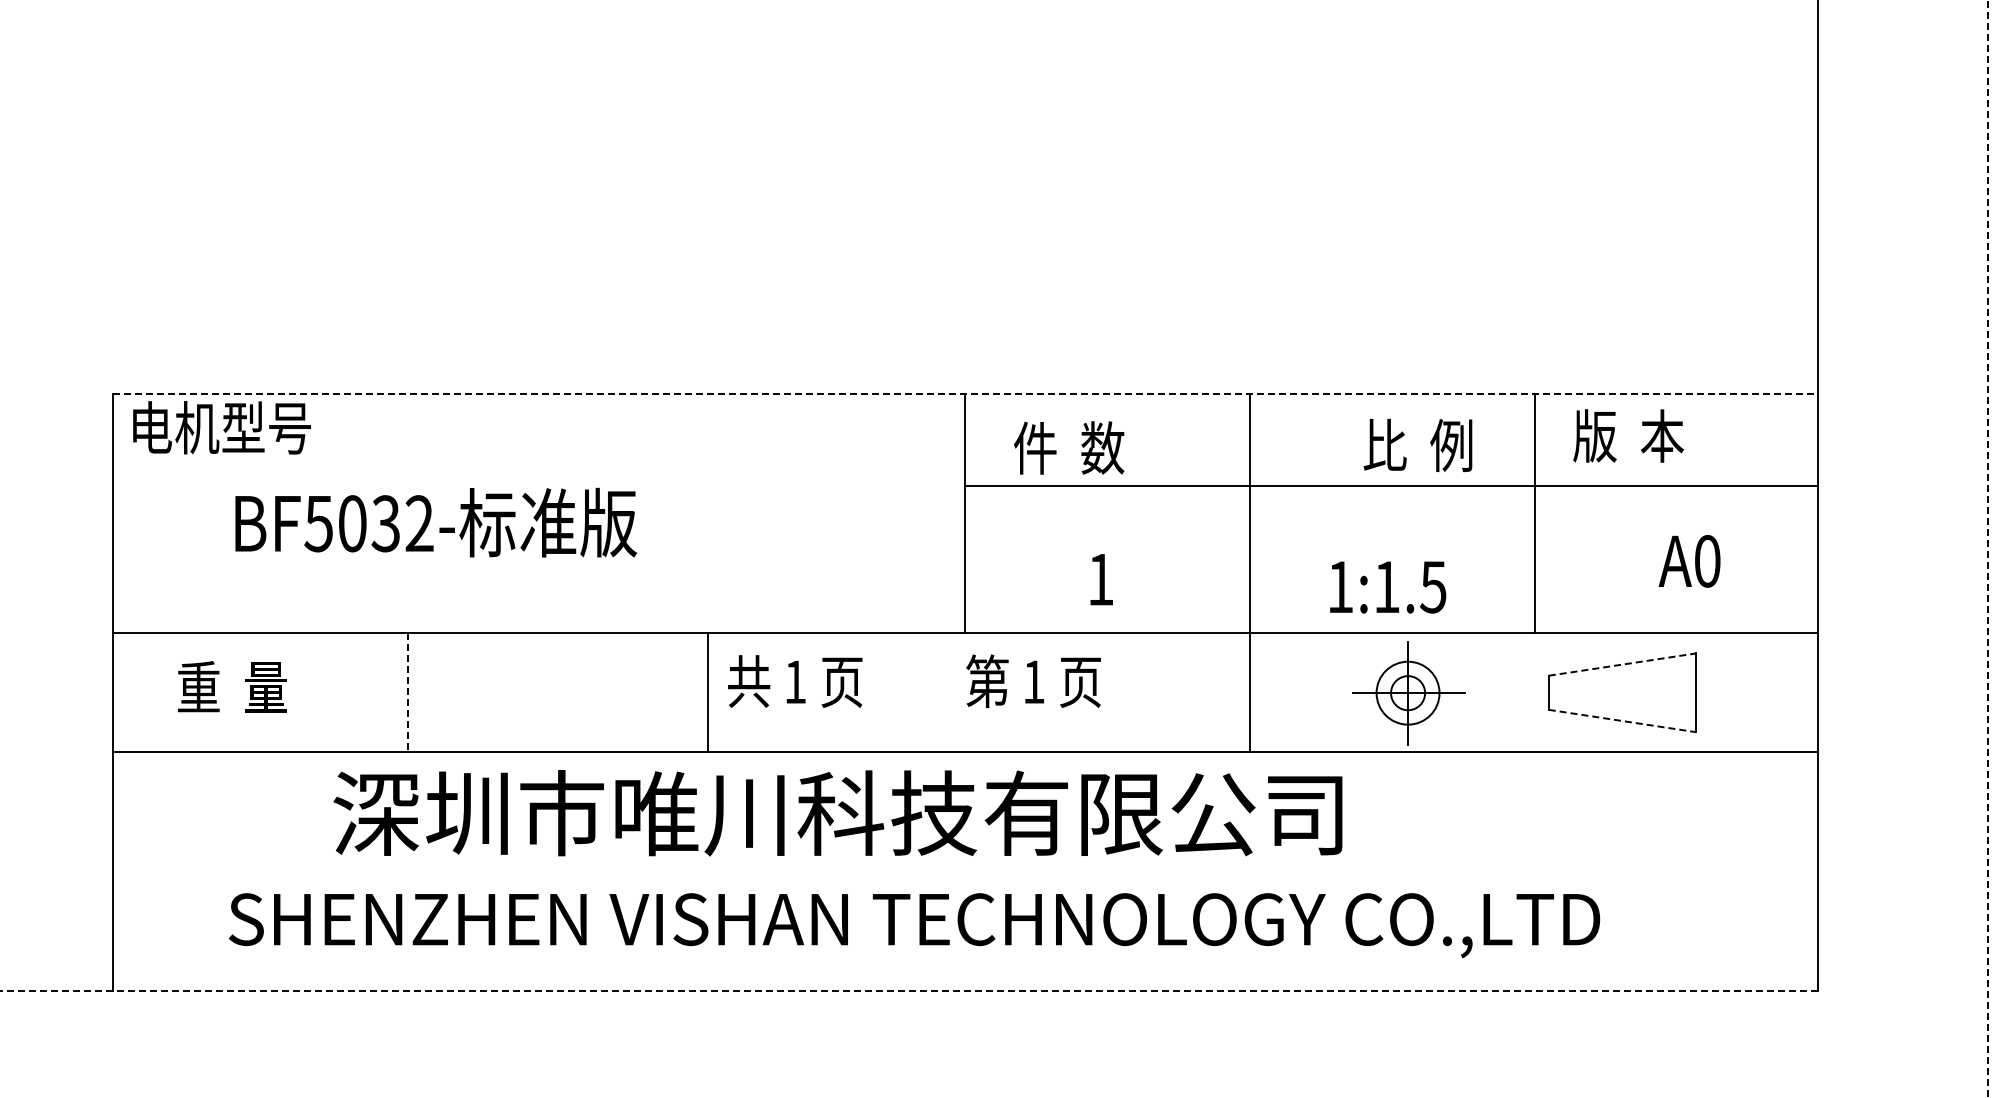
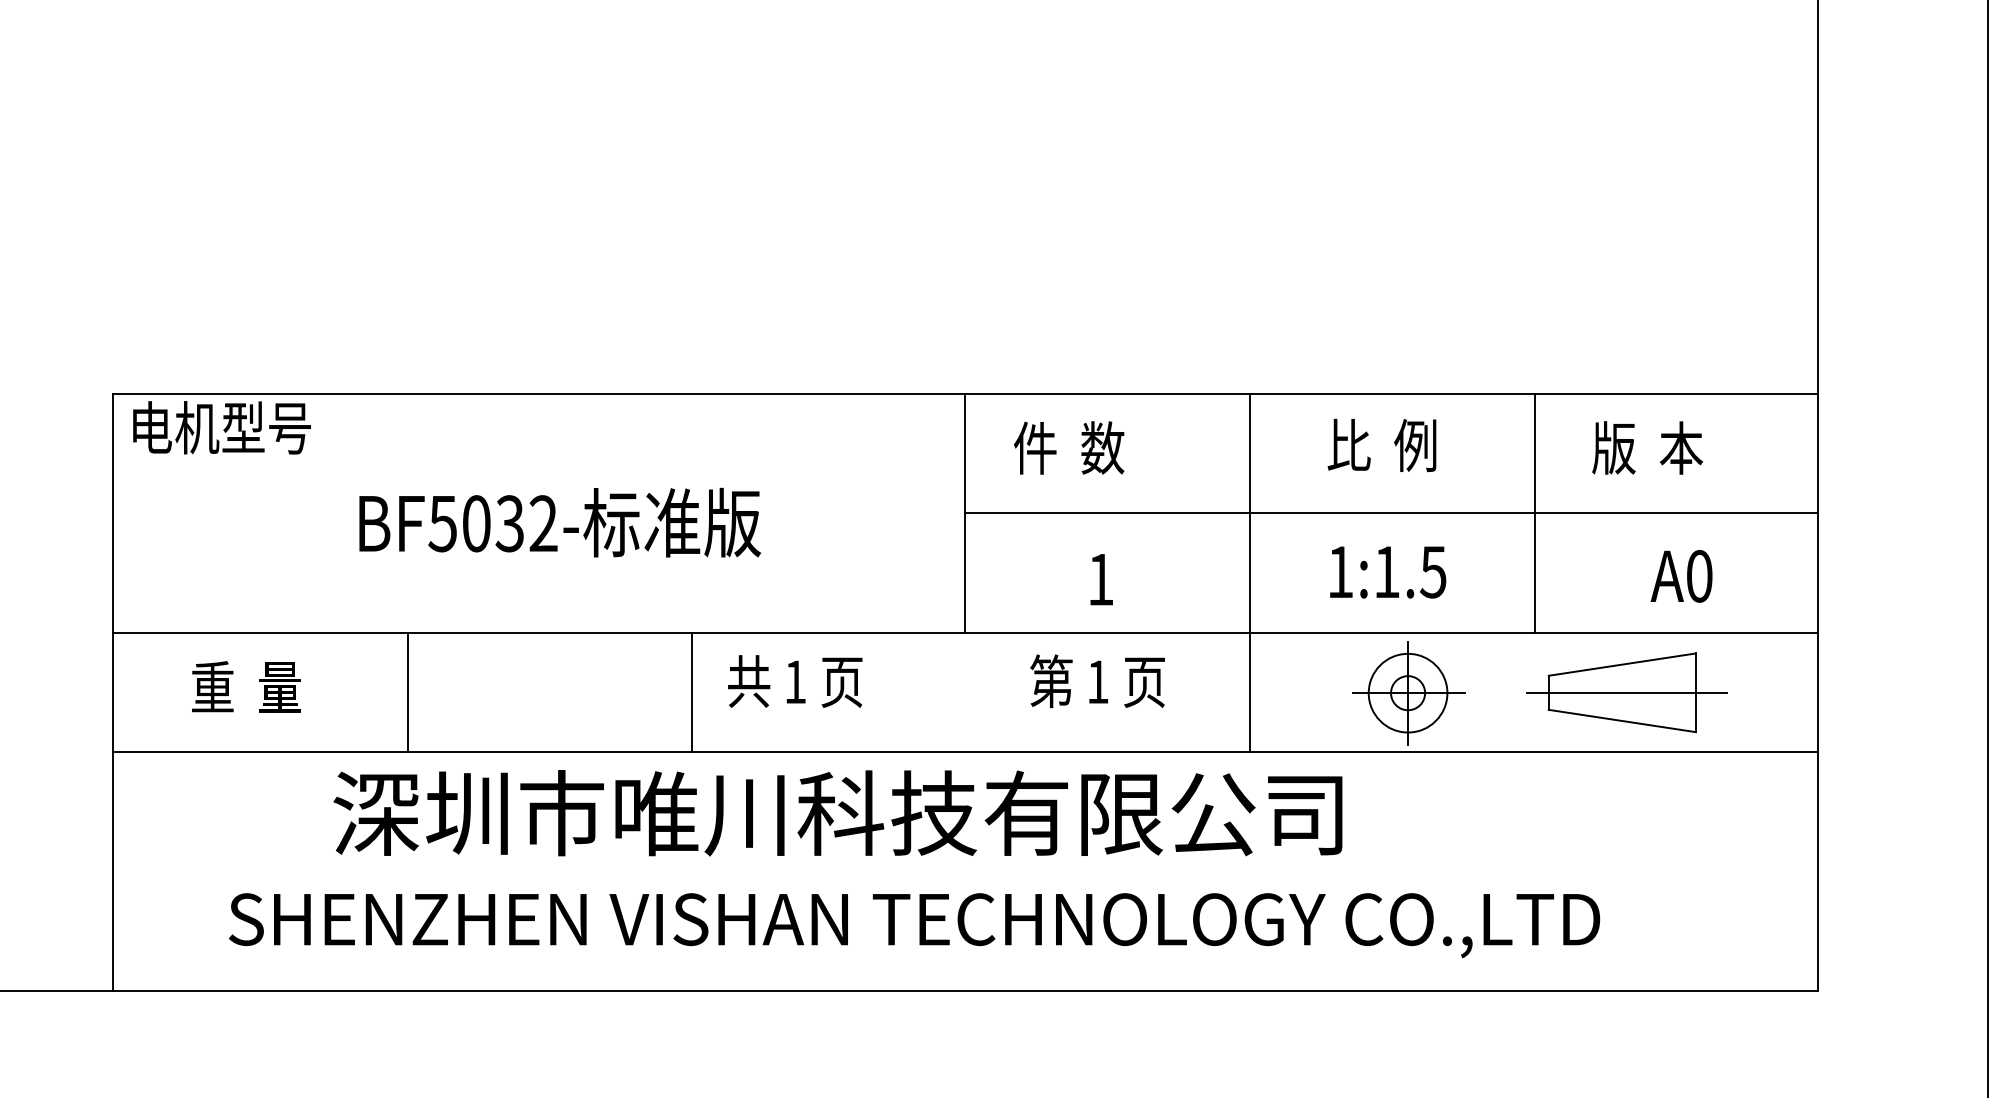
line at (965, 394): dashed -> solid
text at (1628, 435) position: (1628, 435) -> (1647, 447)
text at (1417, 444) position: (1417, 444) -> (1381, 444)
line at (1391, 486) position: (1391, 486) -> (1391, 513)
text at (435, 522) position: (435, 522) -> (559, 522)
line at (1987, 549): dashed -> solid
text at (1689, 561) position: (1689, 561) -> (1681, 576)
text at (1388, 587) position: (1388, 587) -> (1388, 572)
line at (1622, 664): dashed -> solid
text at (1033, 680) position: (1033, 680) -> (1097, 680)
text at (232, 686) position: (232, 686) -> (246, 686)
line at (407, 692): dashed -> solid
line at (708, 692) position: (708, 692) -> (692, 692)
circle at (1407, 692) diameter: 63 px -> 79 px
line at (1627, 692): none -> present
line at (1622, 721): dashed -> solid
line at (908, 990): dashed -> solid
